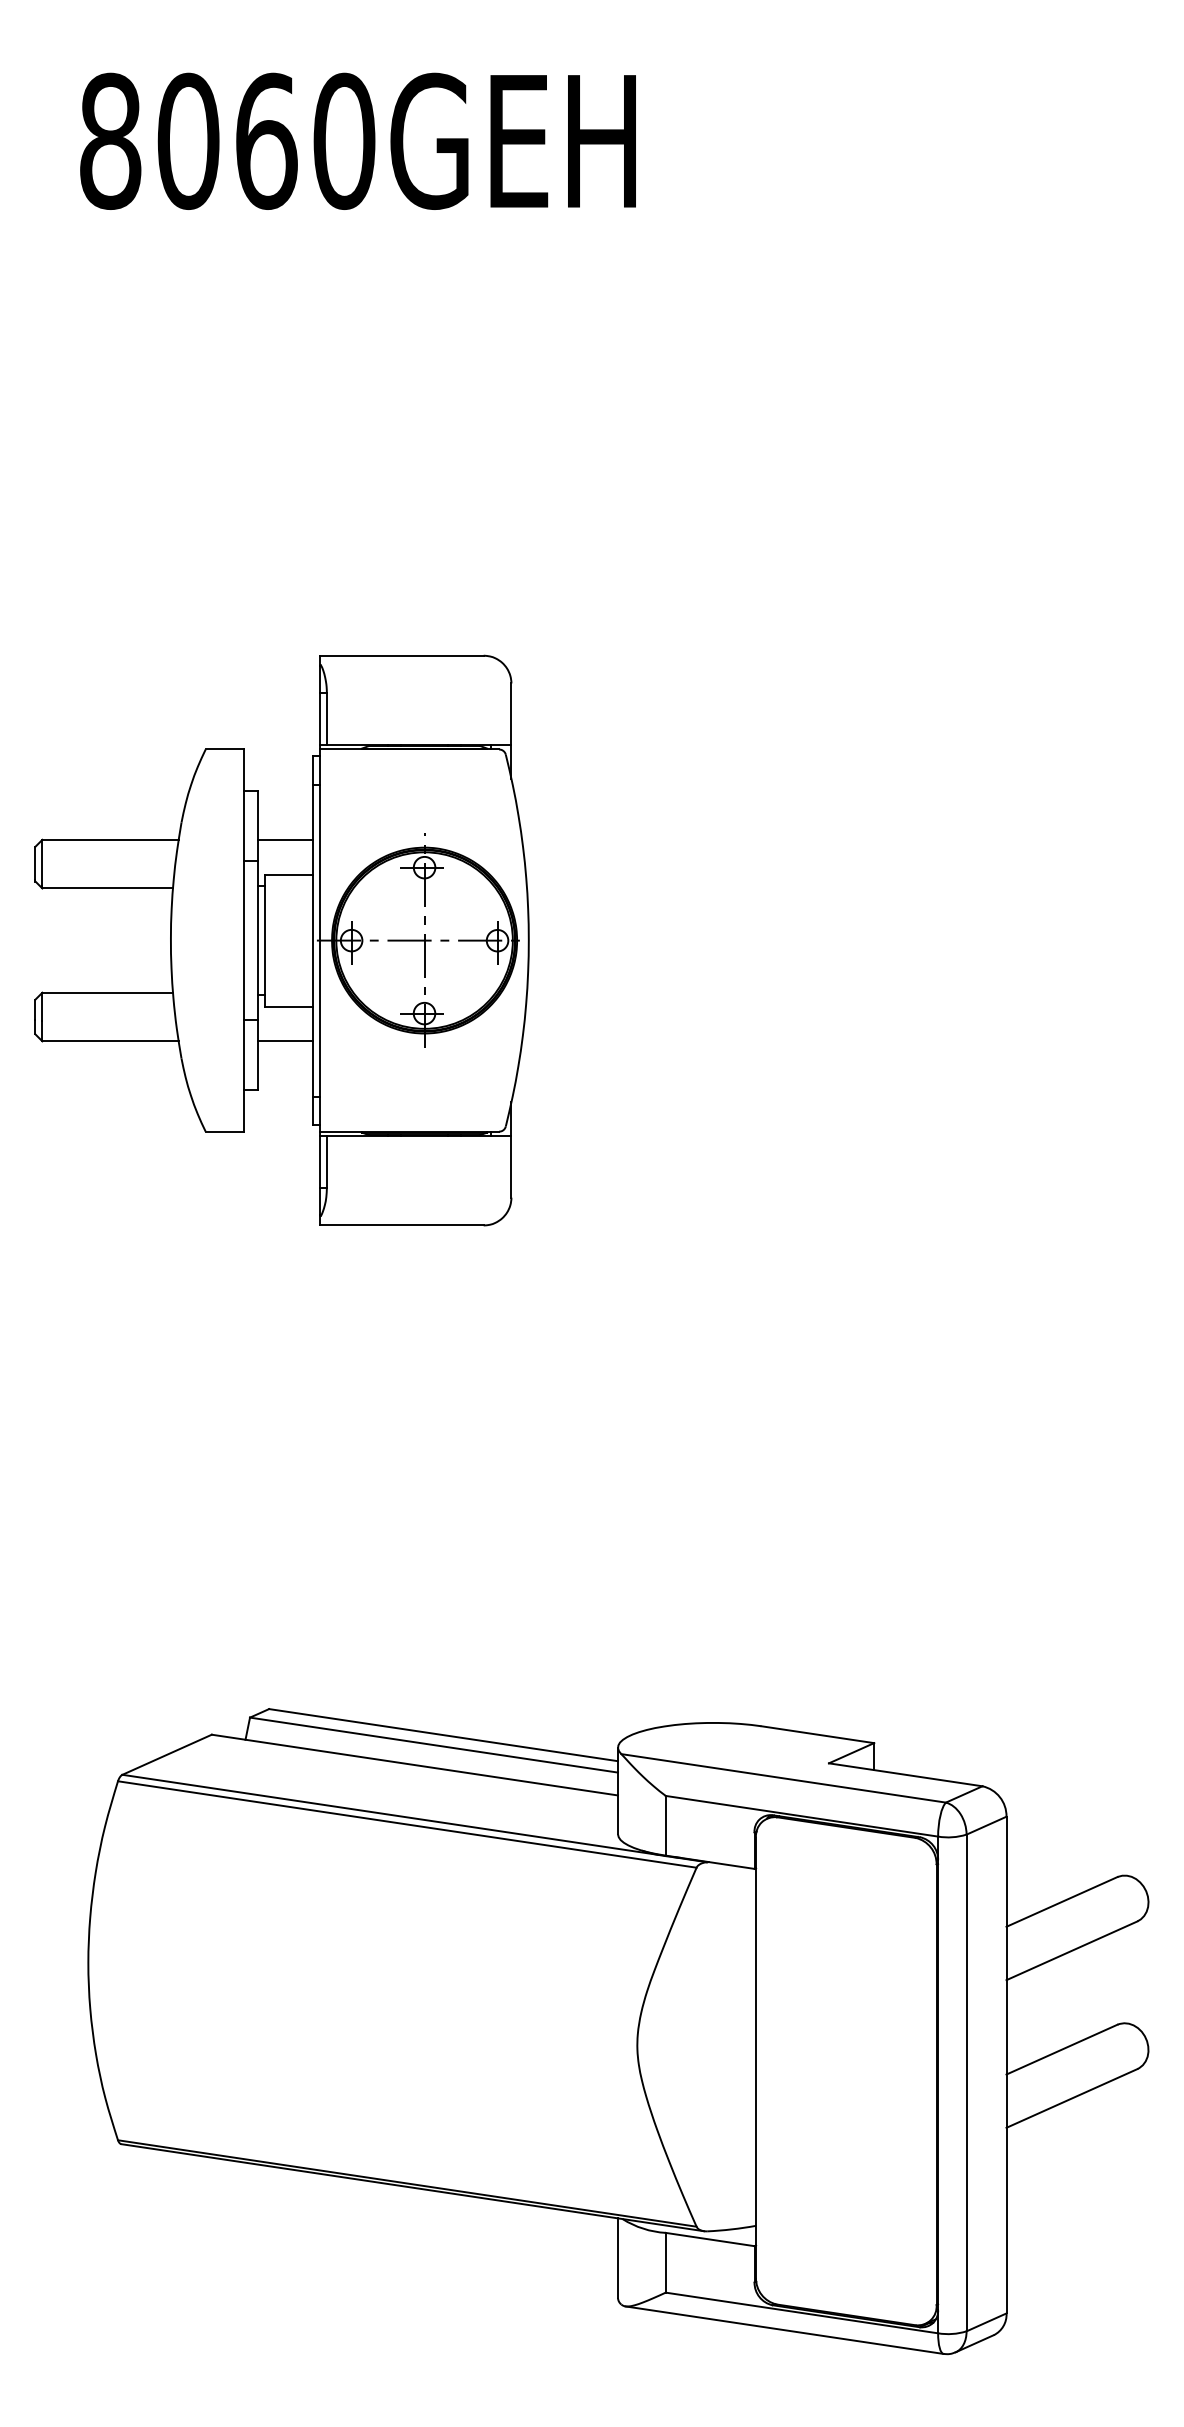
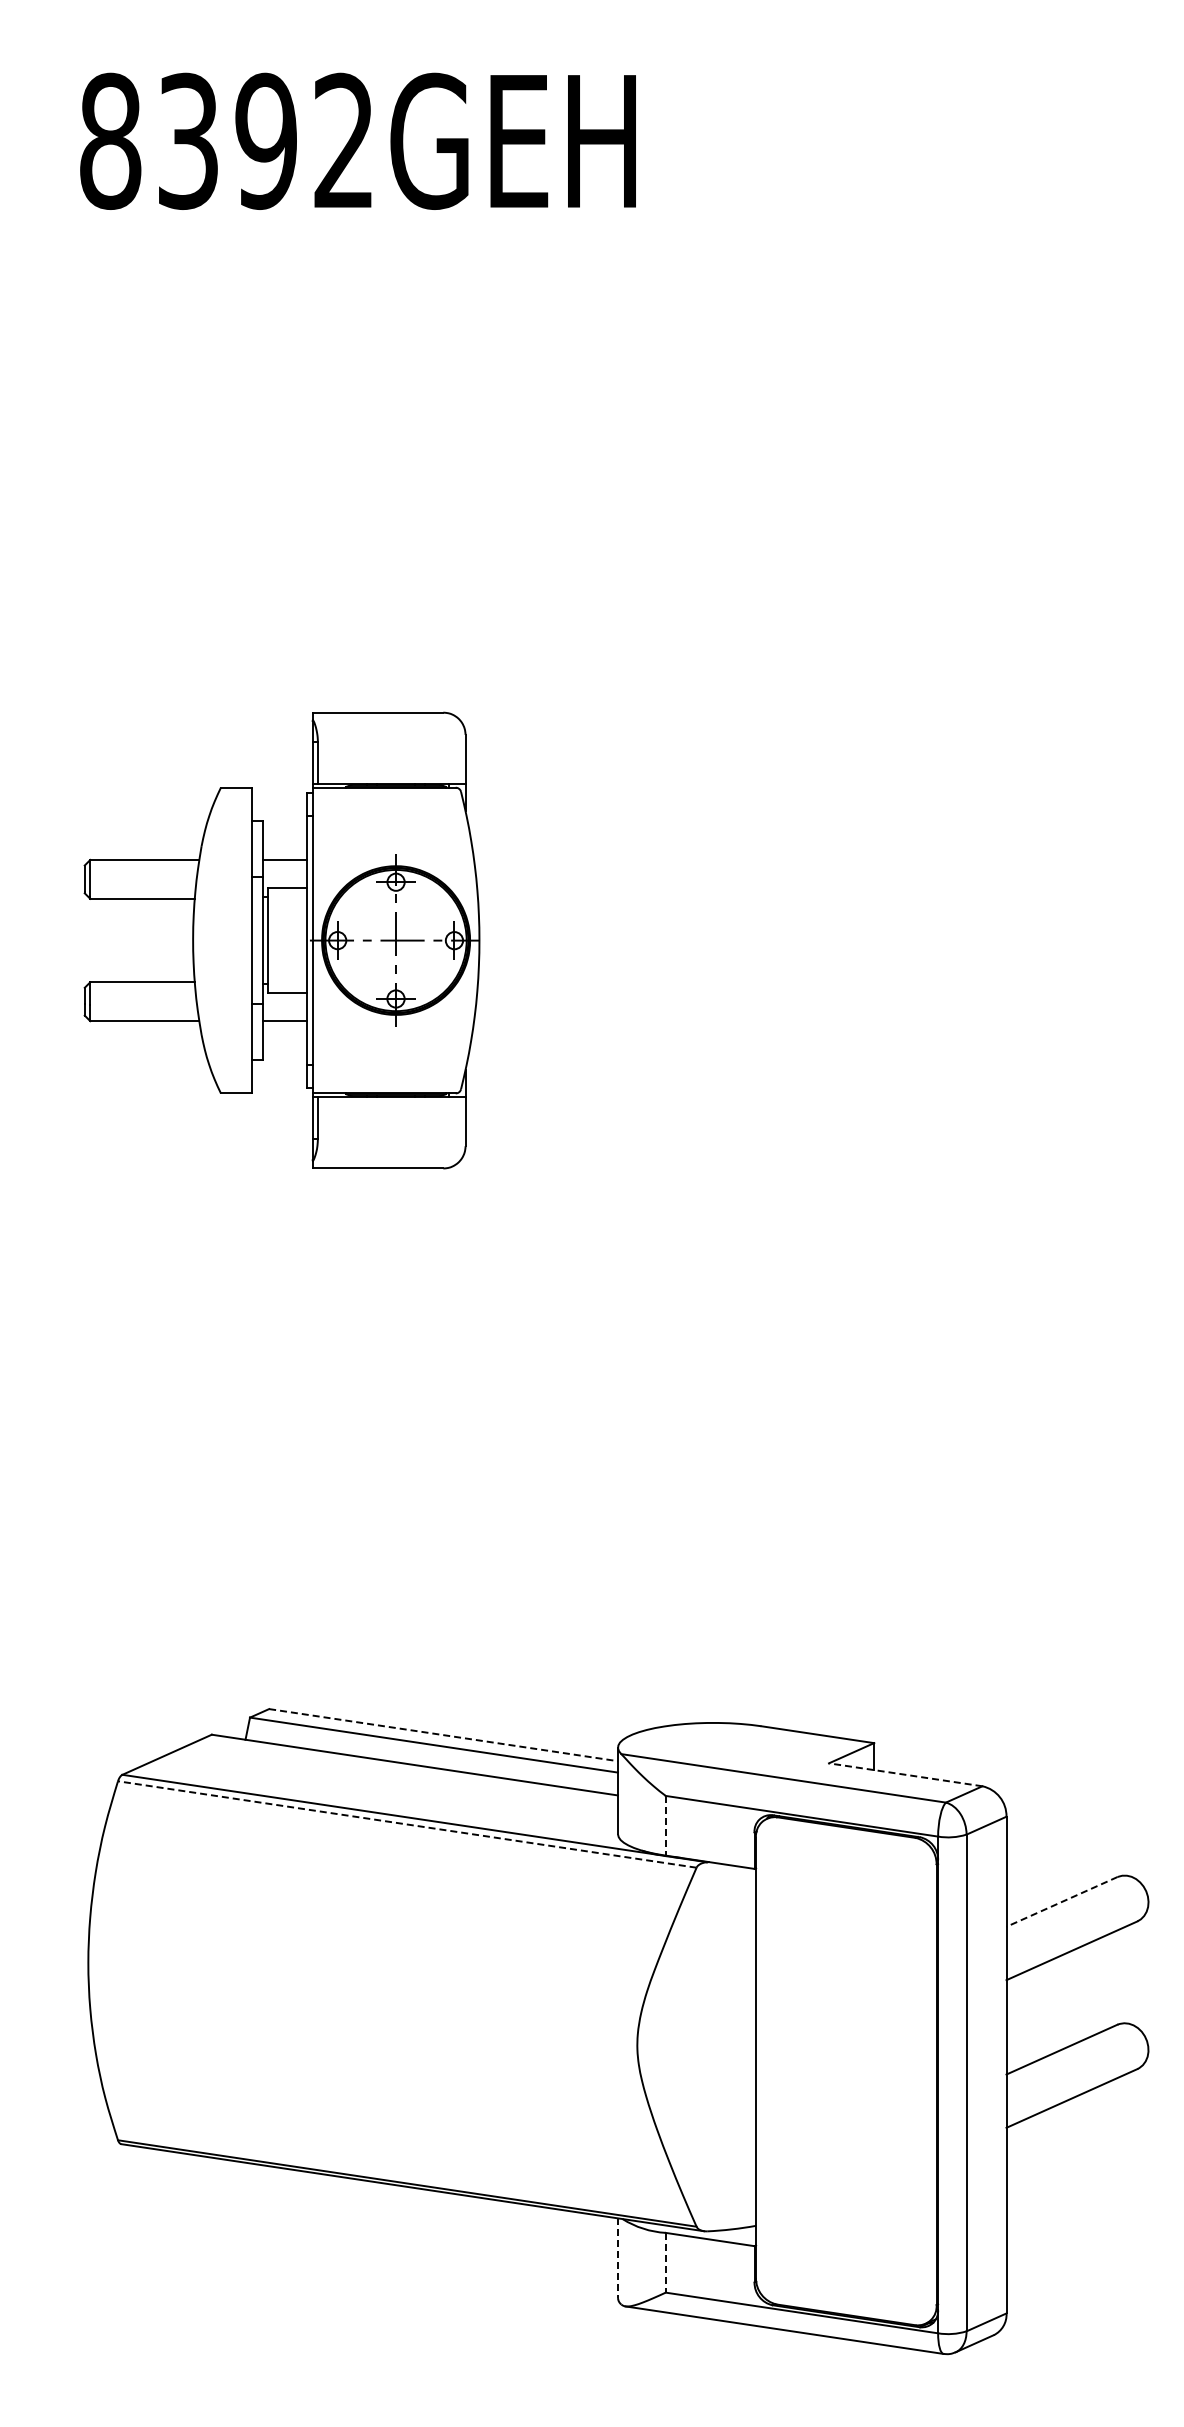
text at (266, 140): 8060GEH -> 8392GEH
part at (281, 940) size: 496x573 px -> 398x459 px
line at (444, 1735): solid -> dashed
line at (905, 1774): solid -> dashed
line at (406, 1824): solid -> dashed
line at (665, 1825): solid -> dashed
line at (1062, 1901): solid -> dashed
line at (617, 2258): solid -> dashed
line at (665, 2262): solid -> dashed
